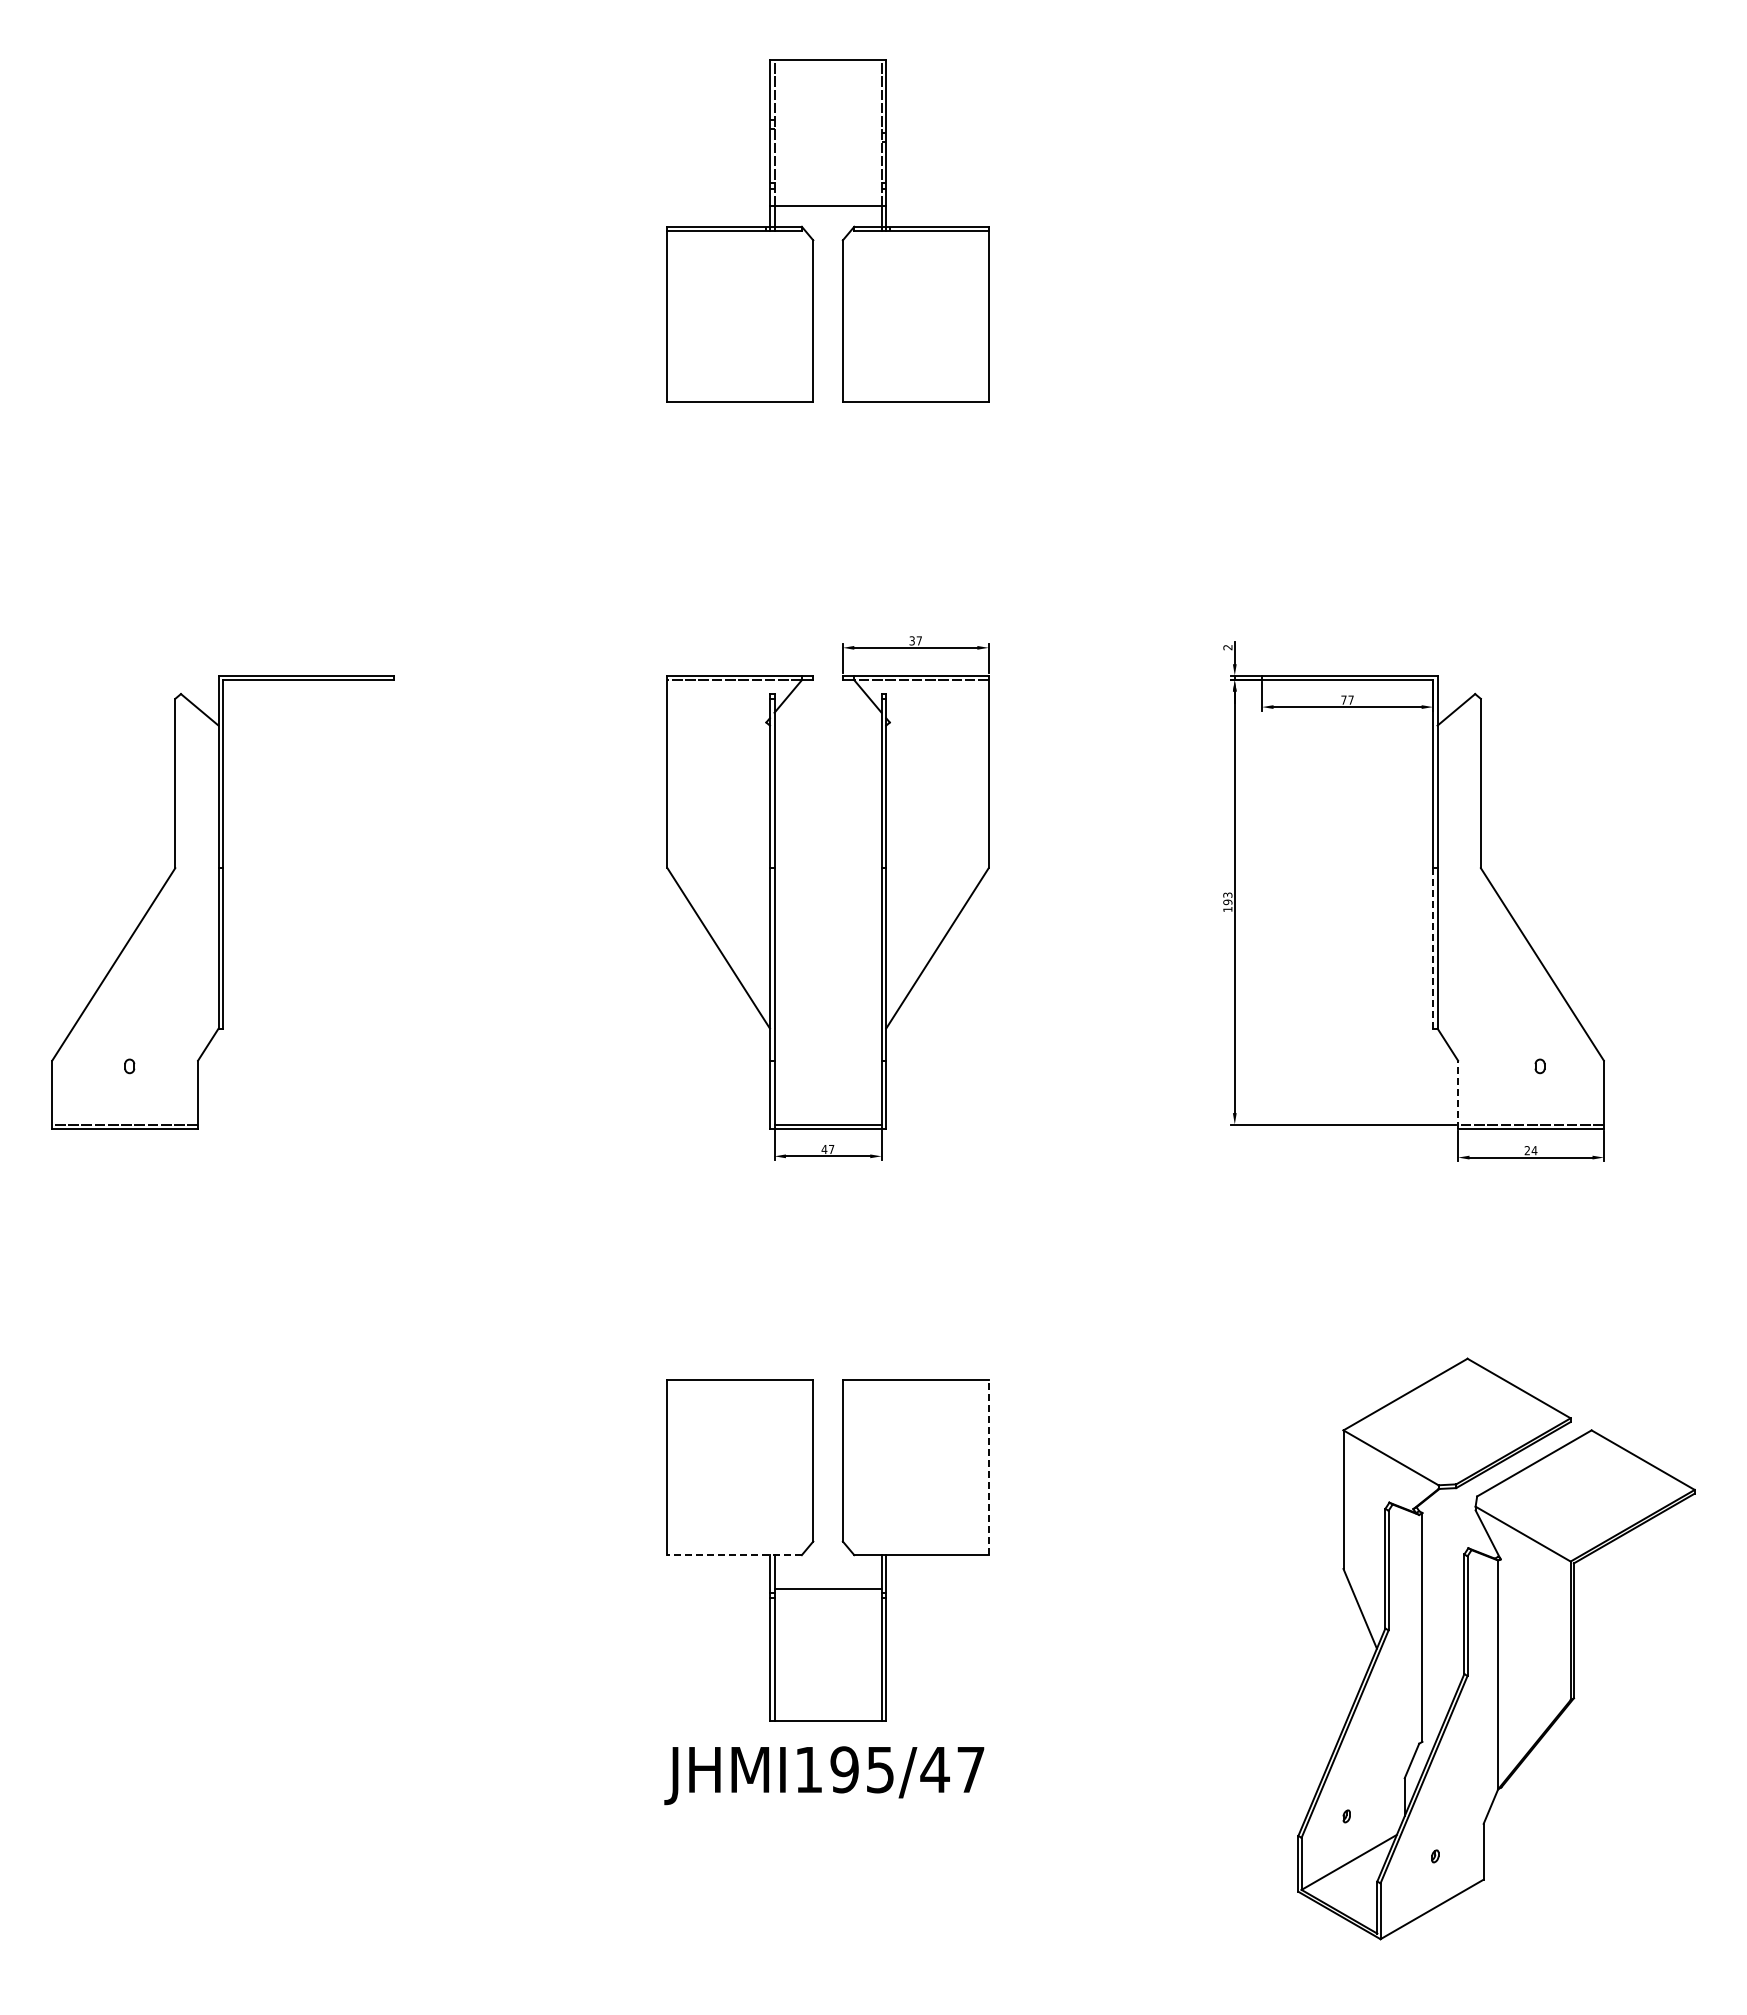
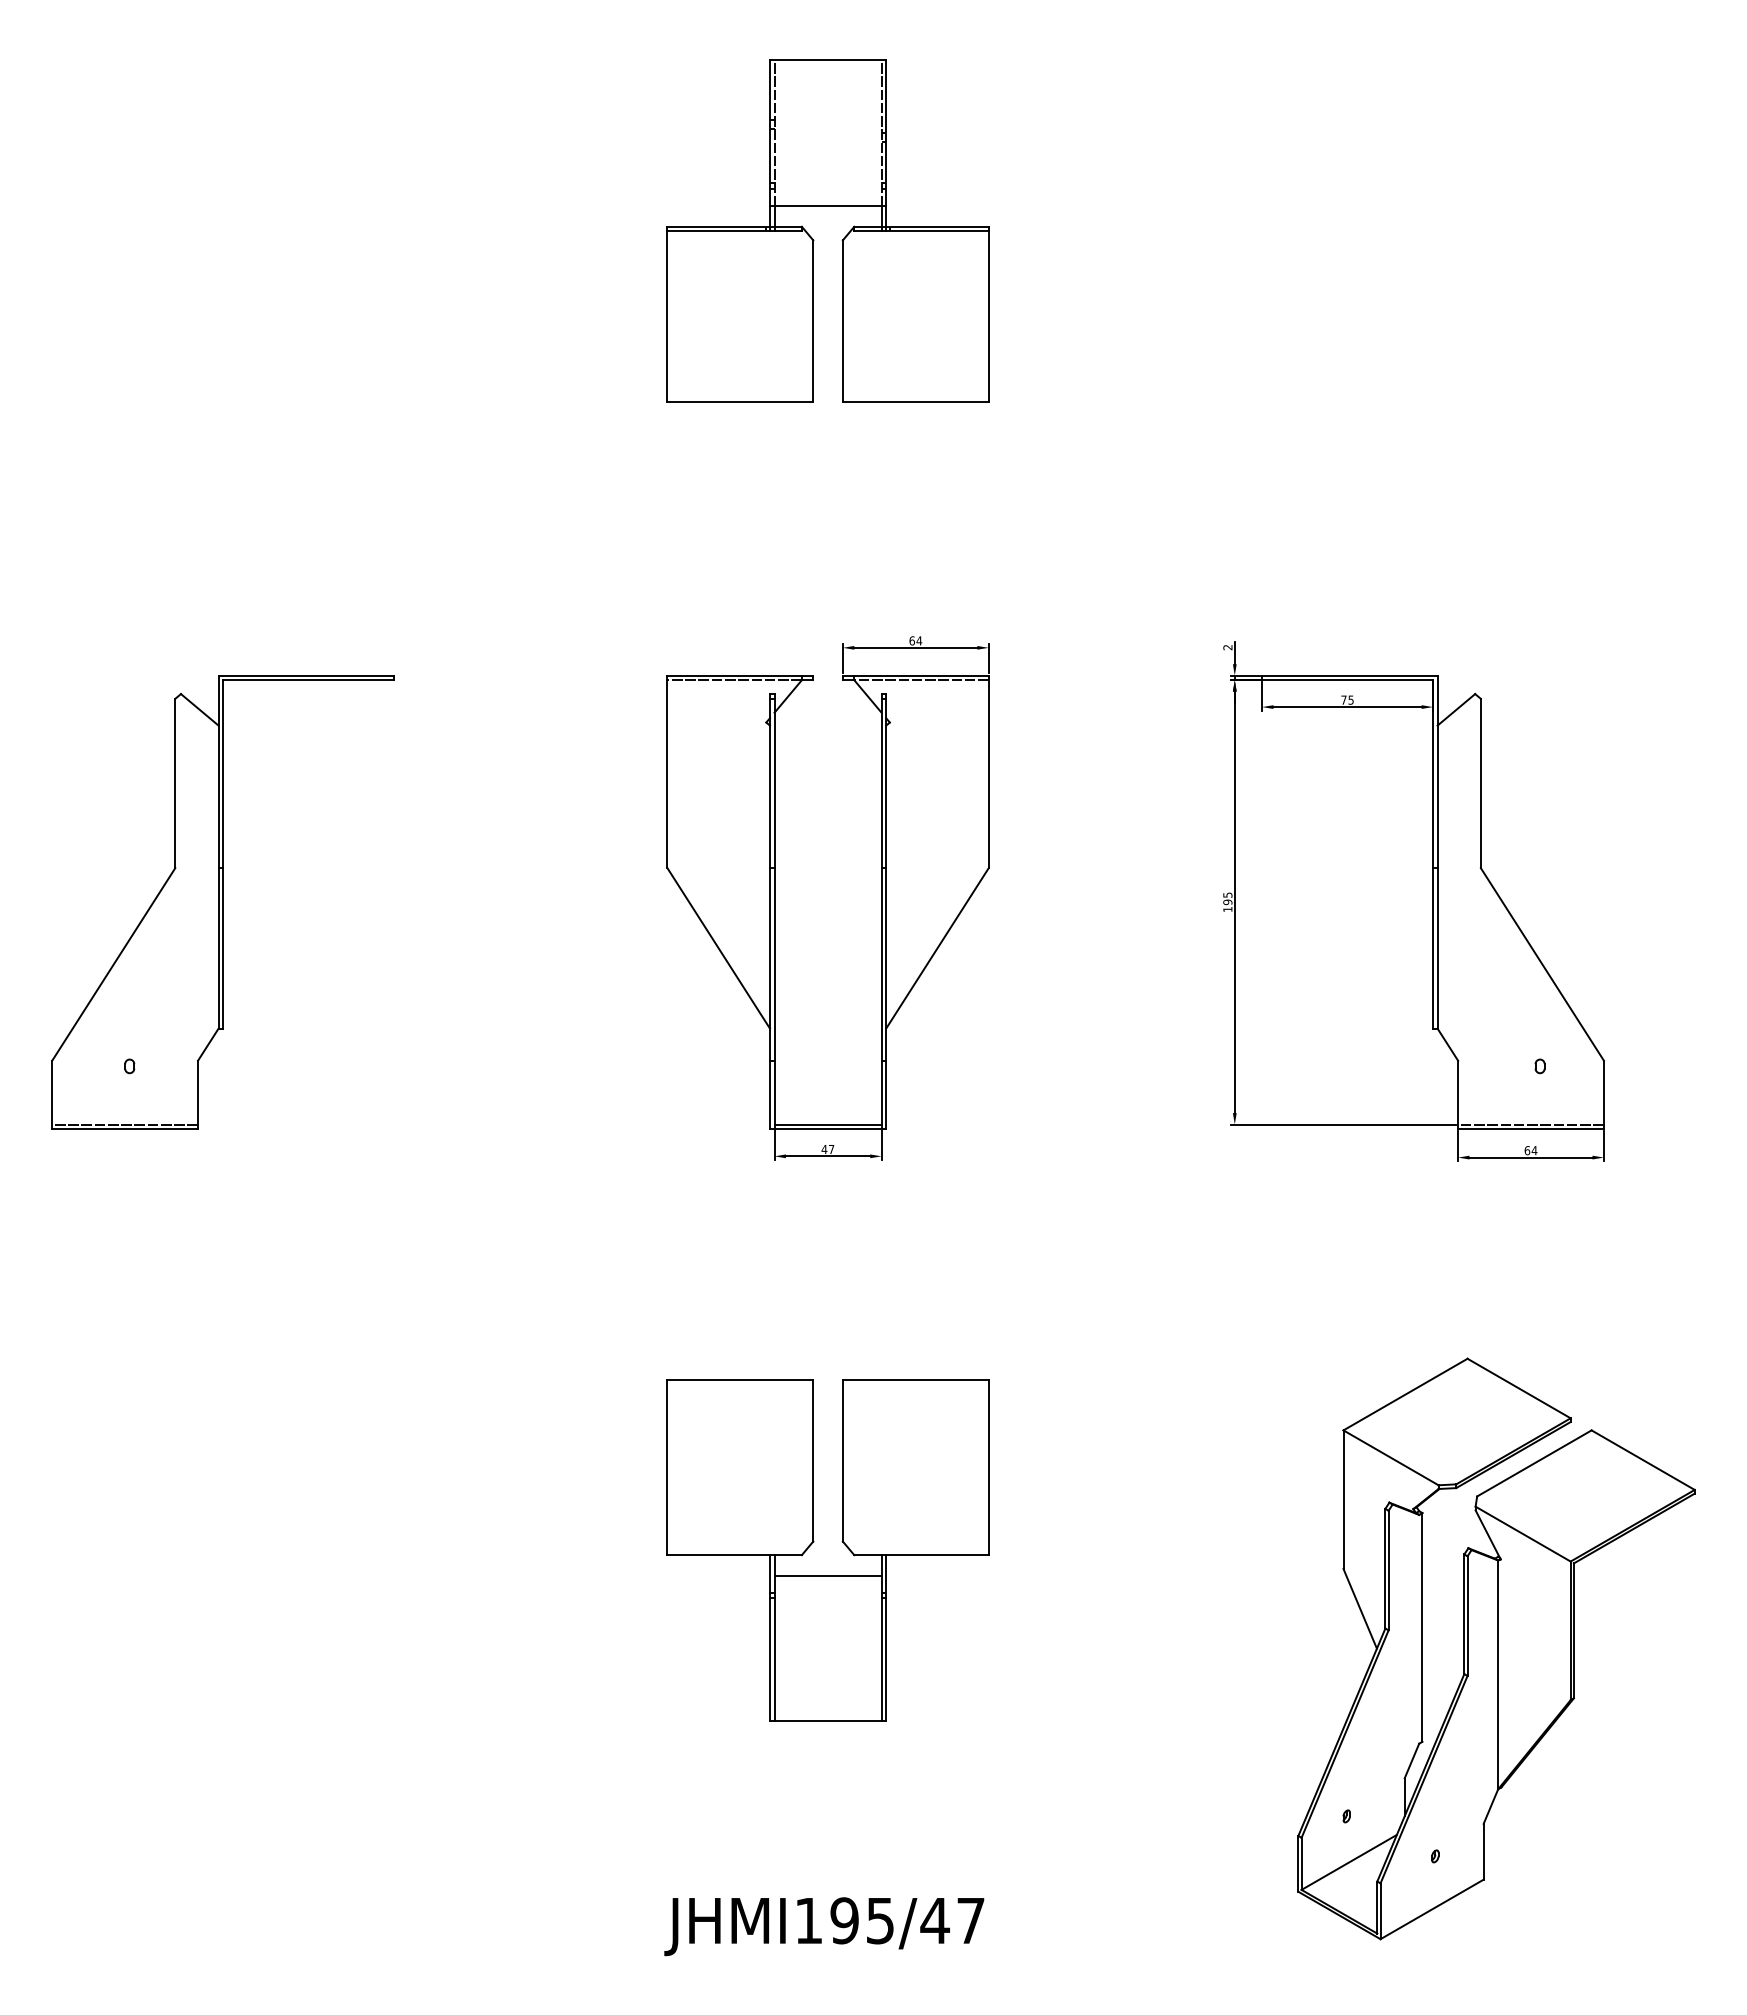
text at (915, 640): 37 -> 64
text at (1350, 699): 77 -> 75
text at (1227, 894): 193 -> 195
line at (1433, 948): dashed -> solid
line at (1458, 1094): dashed -> solid
text at (1527, 1150): 24 -> 64
line at (988, 1467): dashed -> solid
line at (734, 1555): dashed -> solid
line at (827, 1588) position: (827, 1588) -> (827, 1575)
text at (824, 1775) position: (824, 1775) -> (824, 1926)
